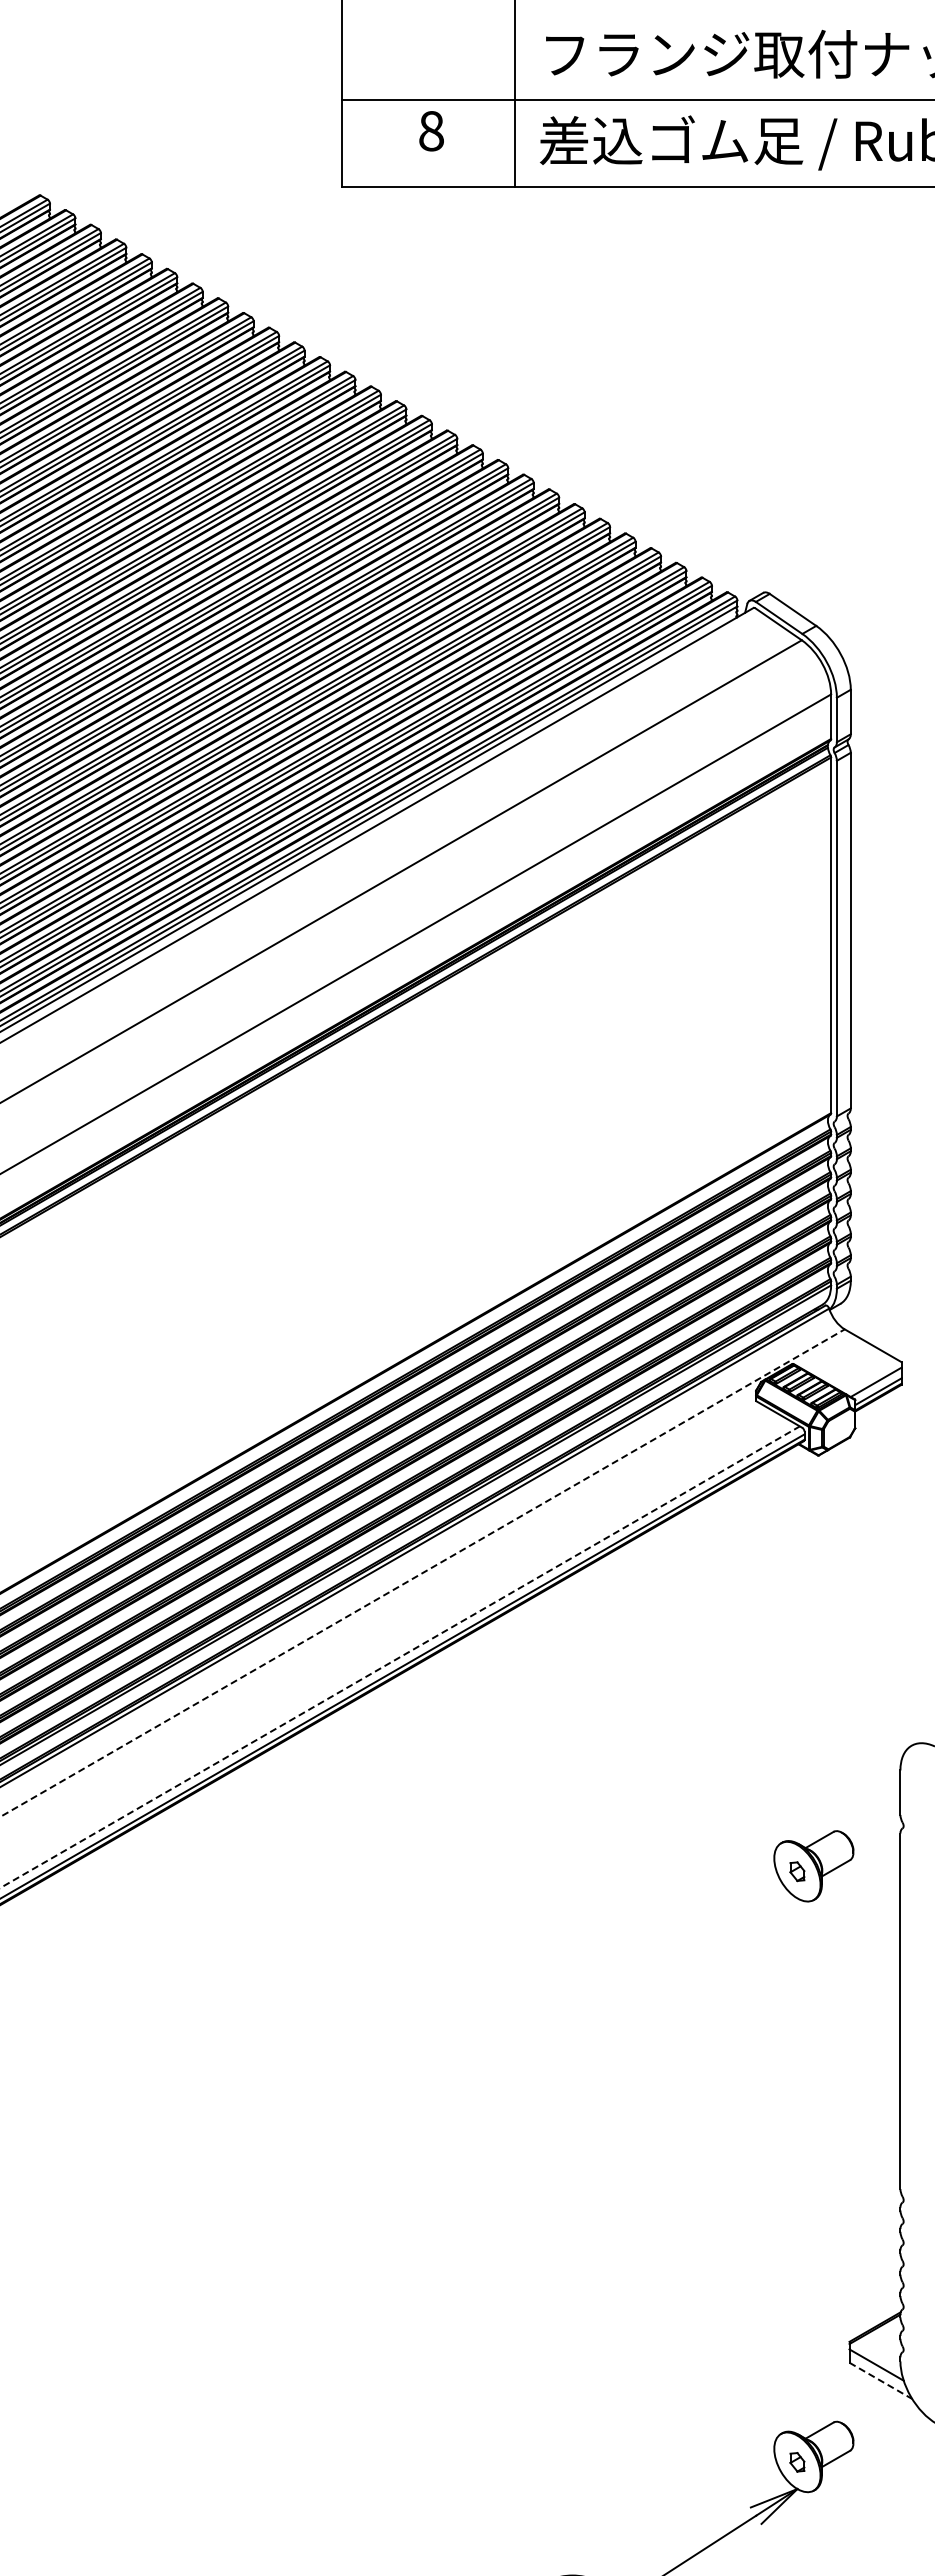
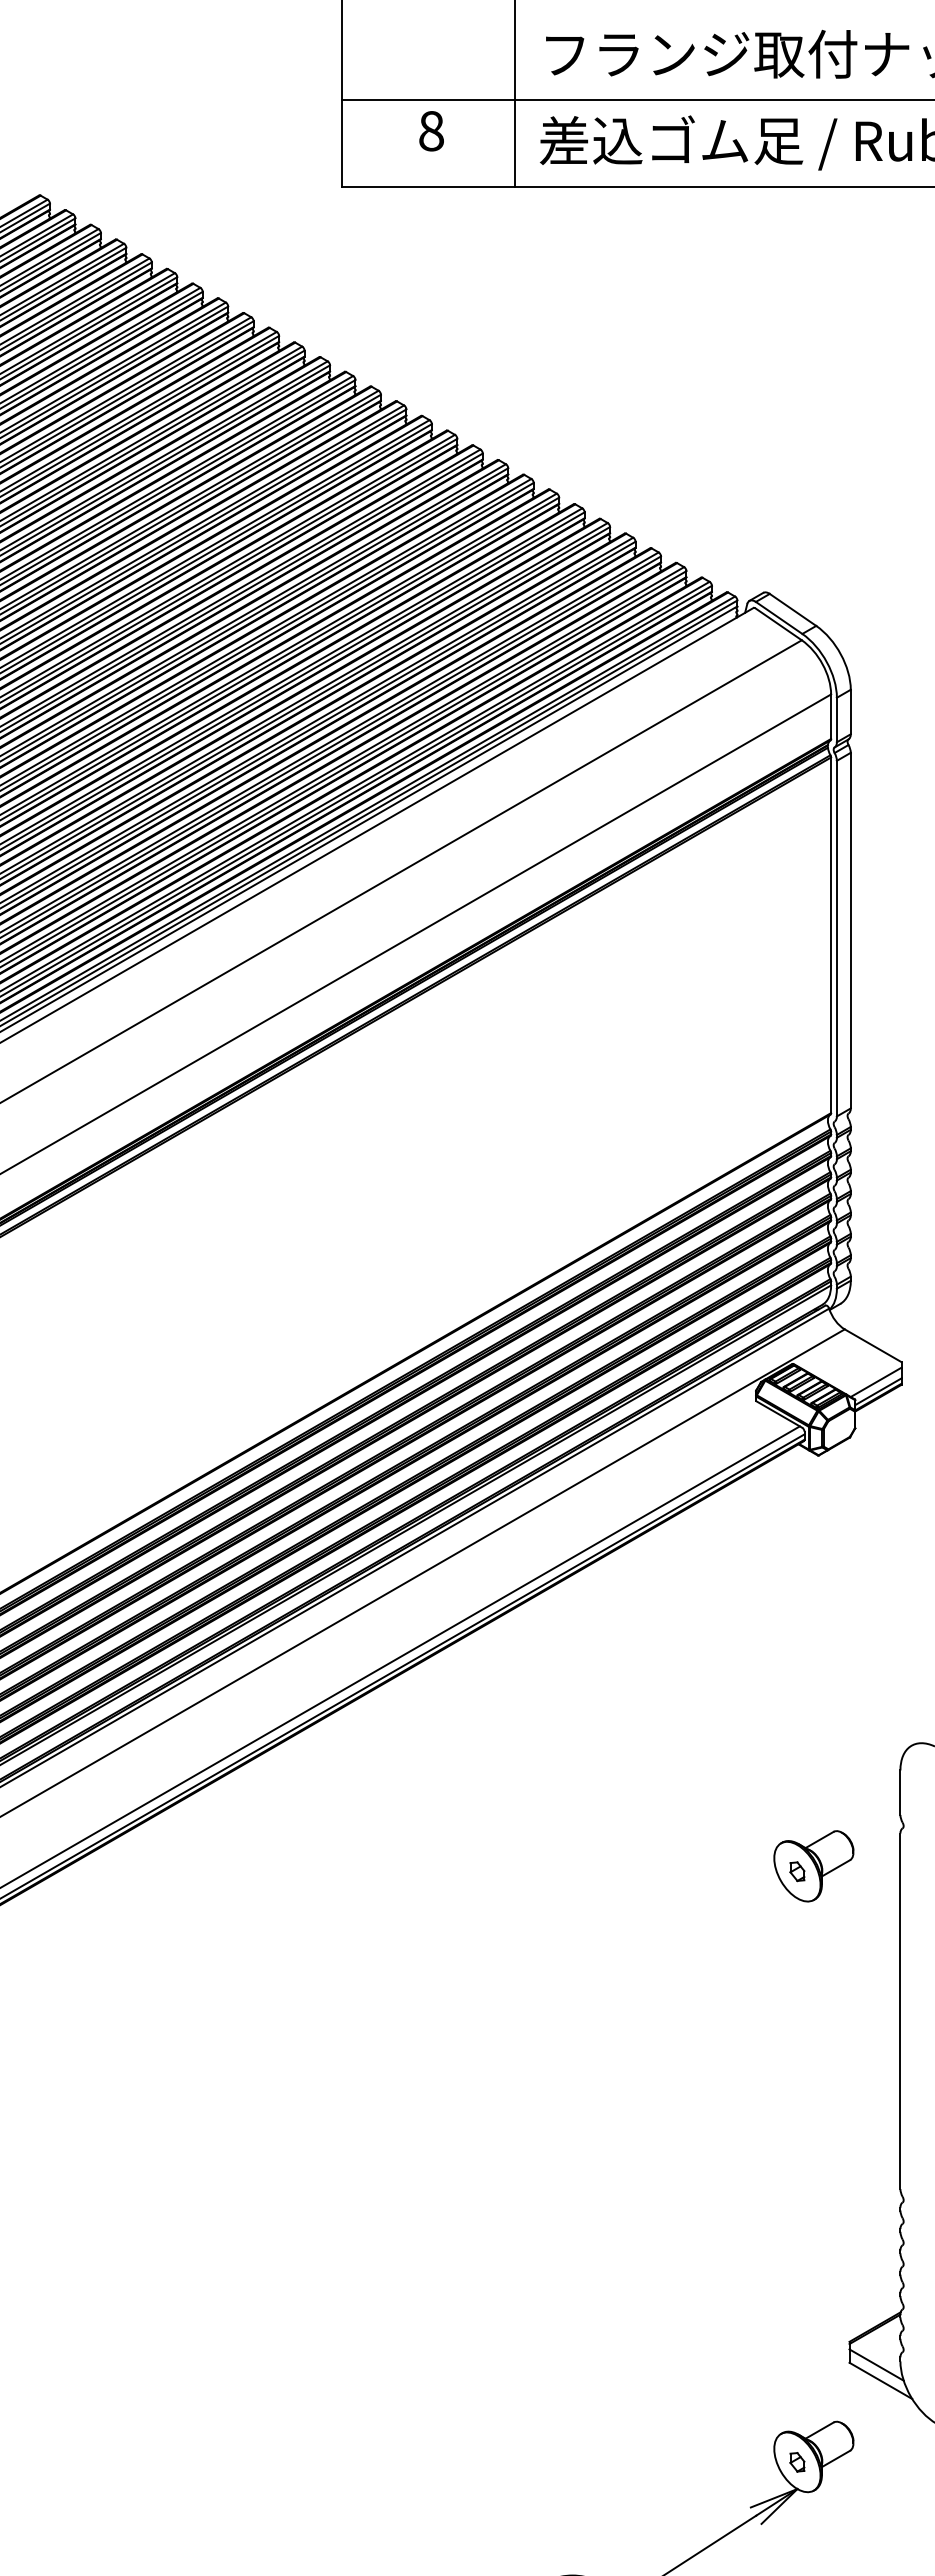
line at (423, 1572): dashed -> solid
line at (400, 1656): dashed -> solid
line at (881, 2381): dashed -> solid
